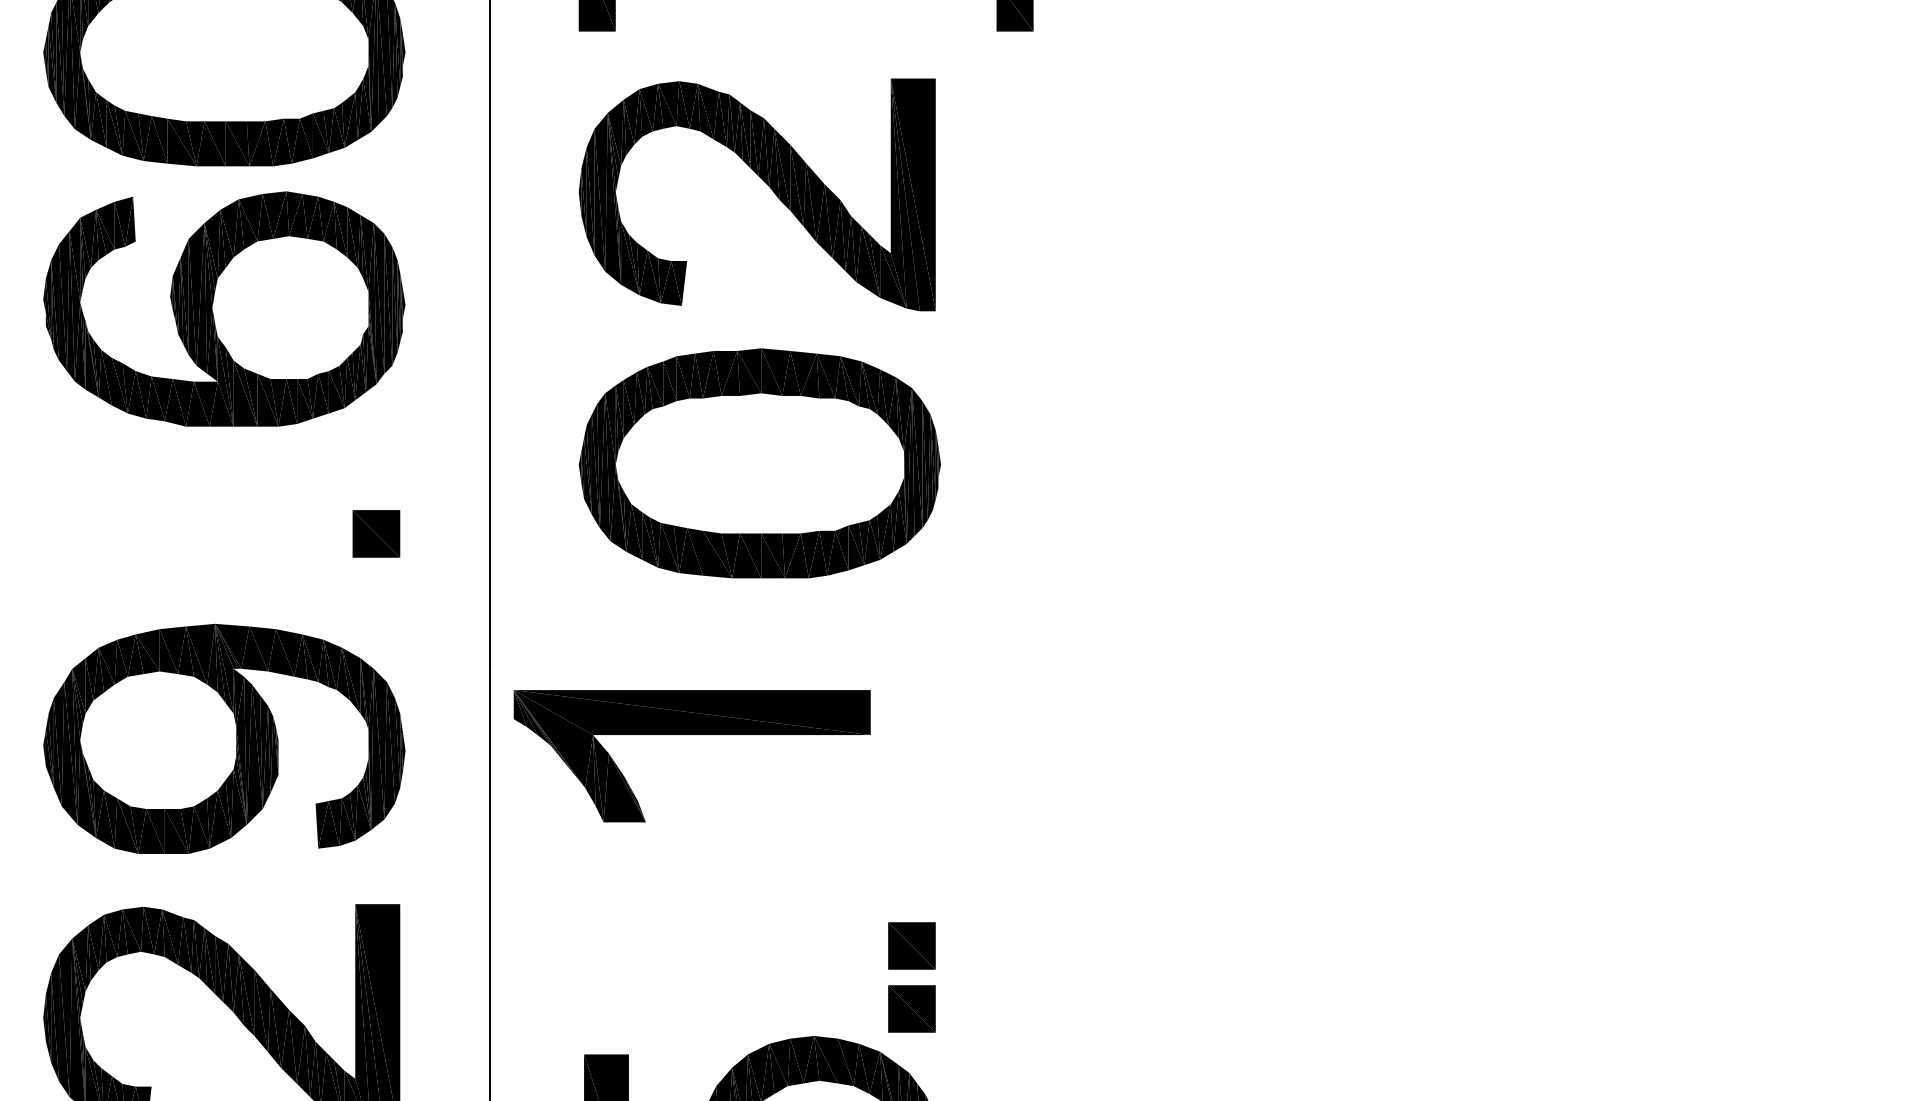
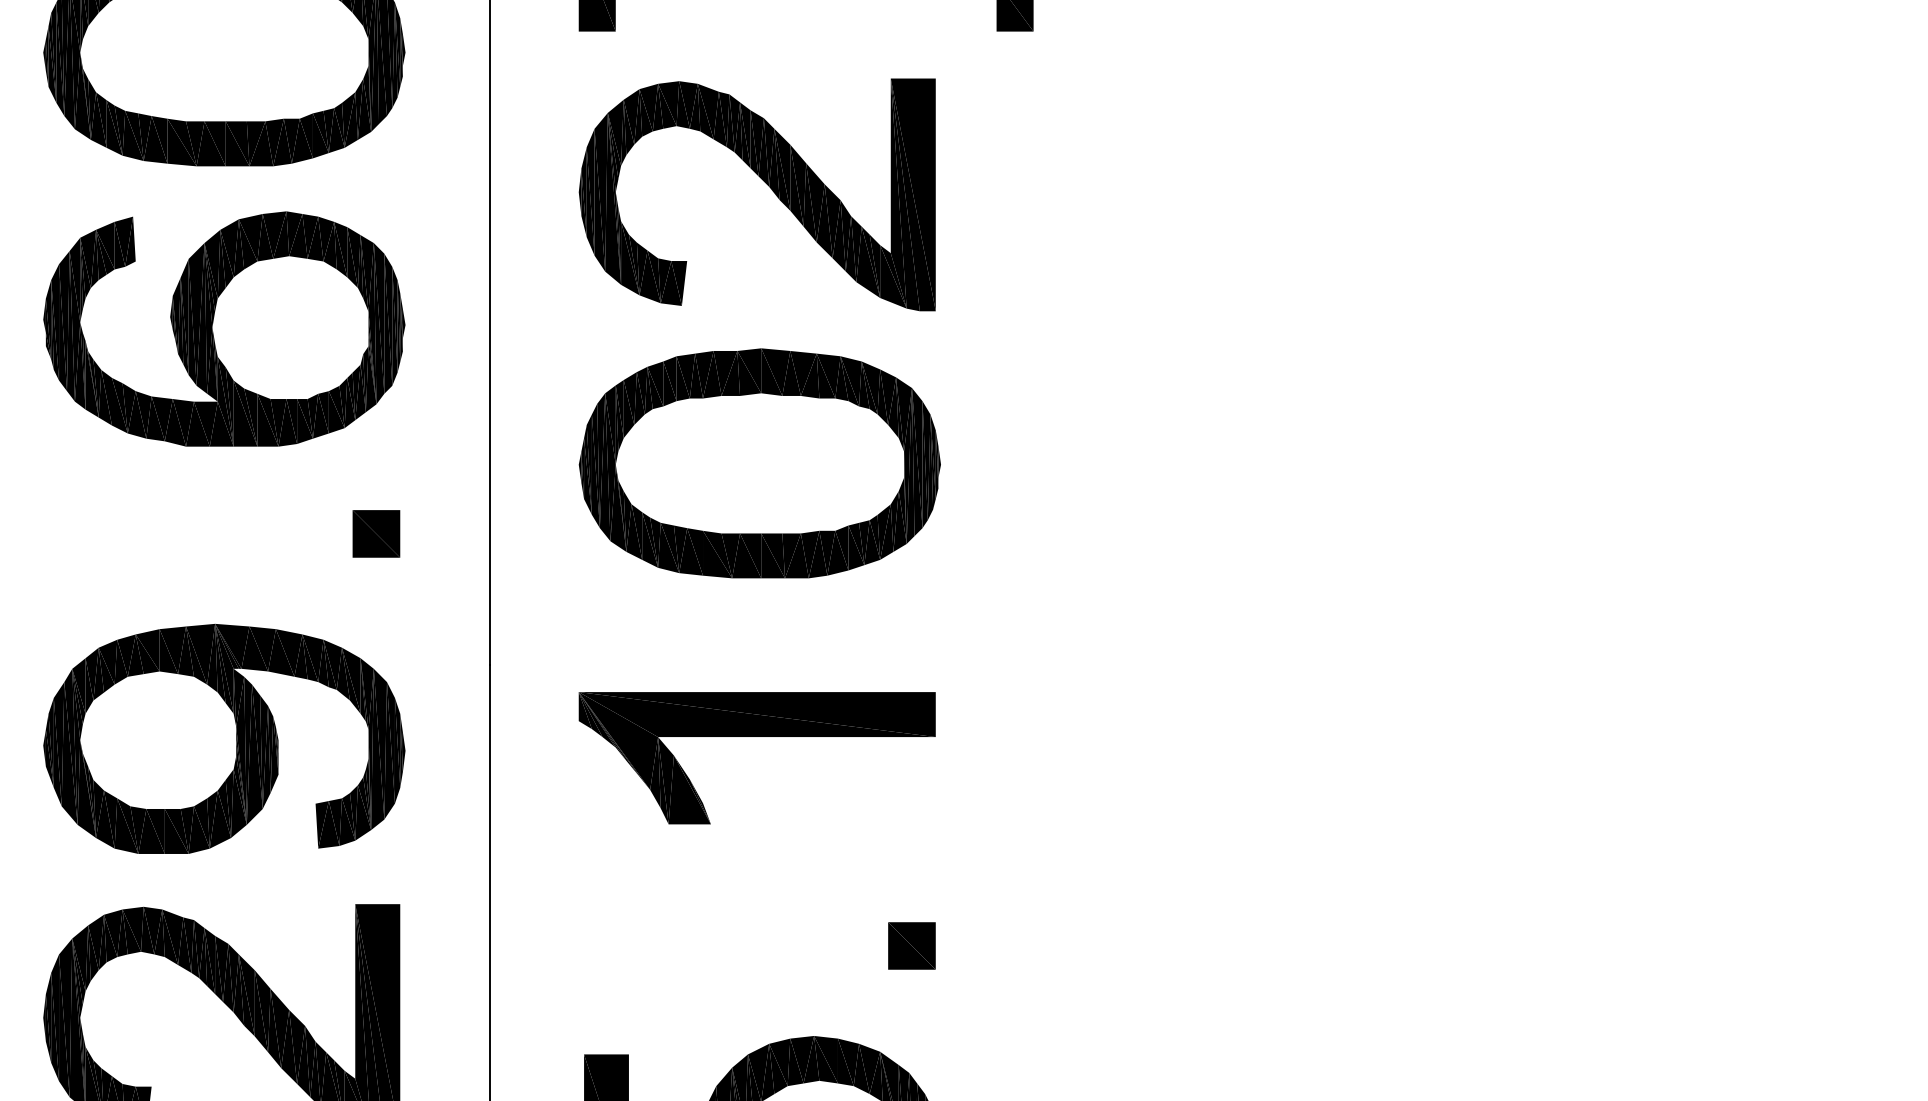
part at (224, 308) position: (224, 308) -> (224, 328)
part at (691, 734) position: (691, 734) -> (756, 736)
part at (911, 1008): present -> none
